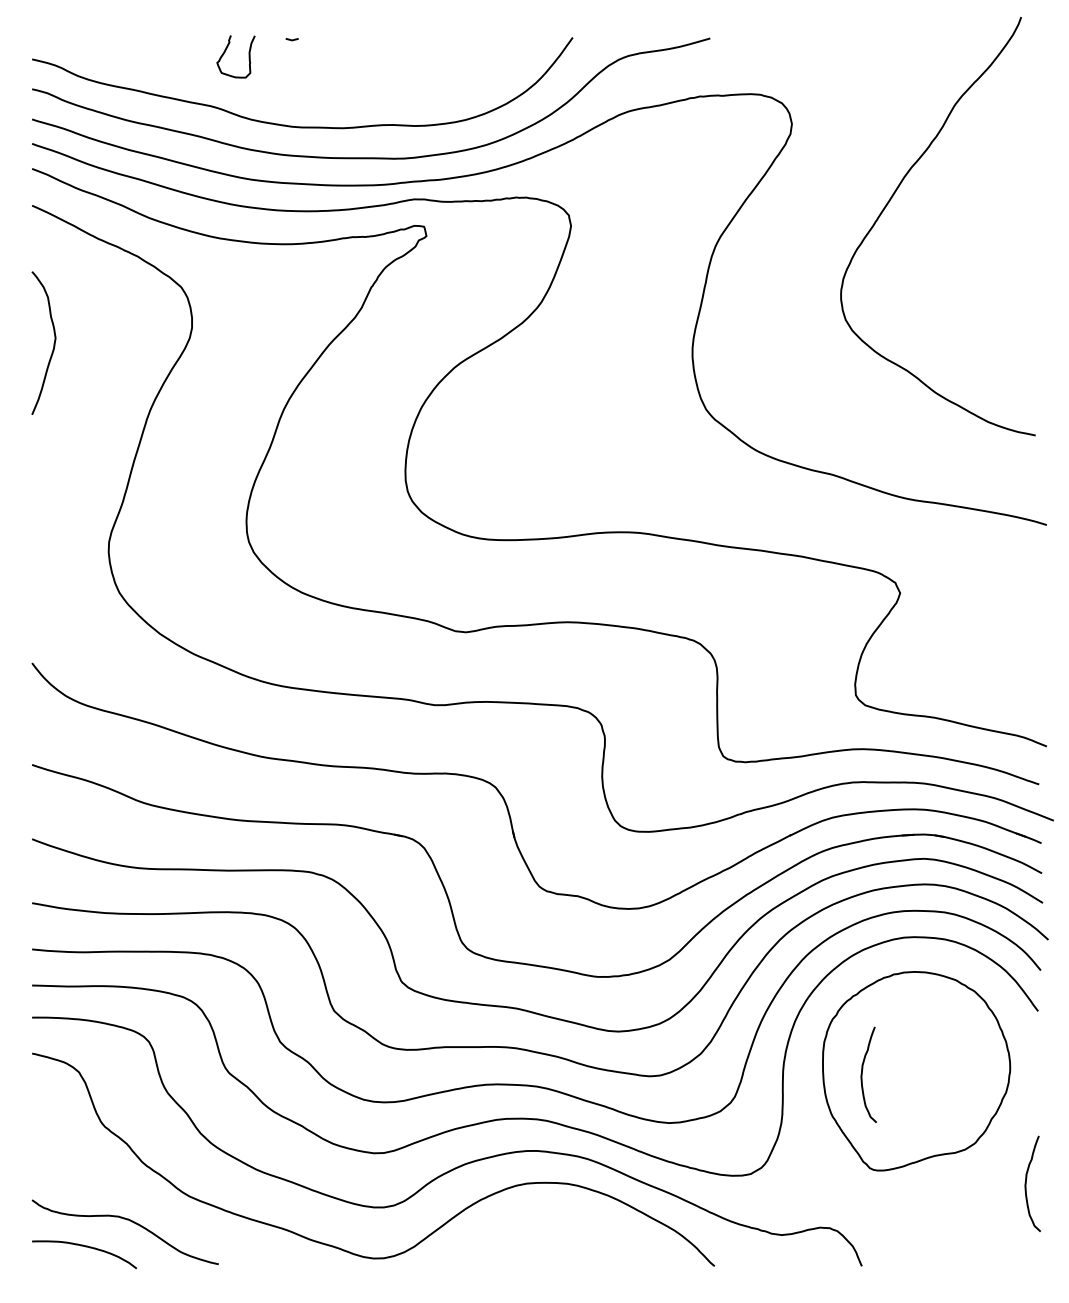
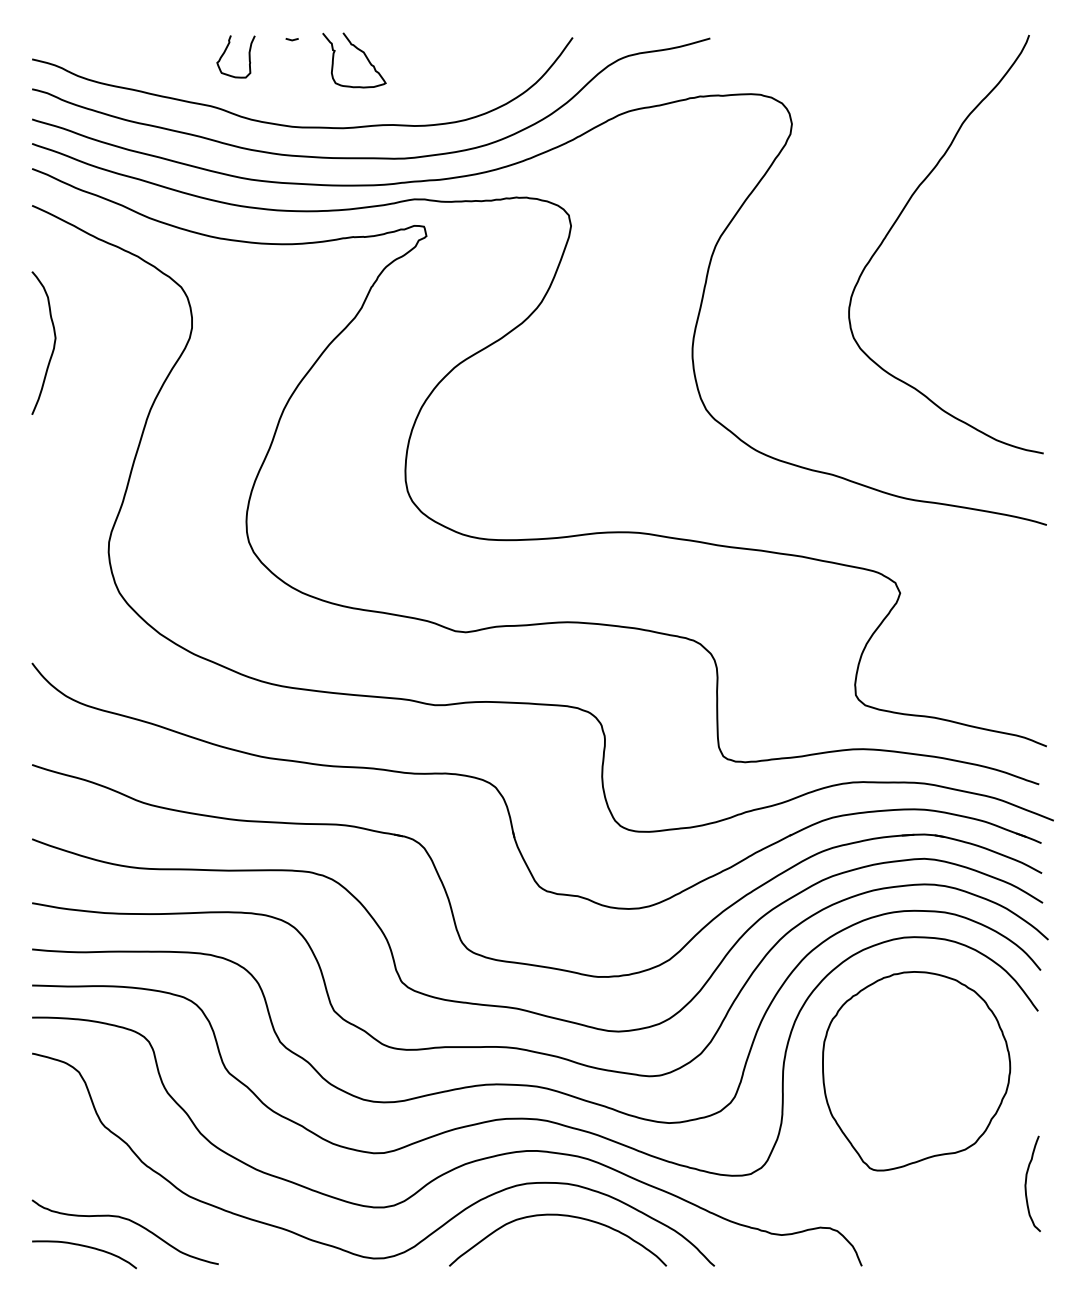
curve at (361, 52): none -> present
curve at (890, 201) position: (890, 201) -> (898, 219)
curve at (862, 1074): present -> none
curve at (562, 1216): none -> present
